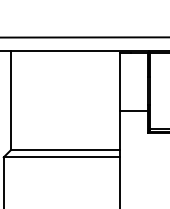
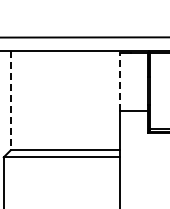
line at (120, 81): solid -> dashed
line at (10, 100): solid -> dashed
